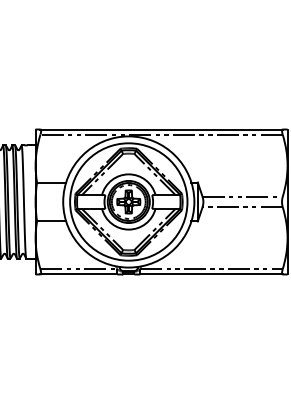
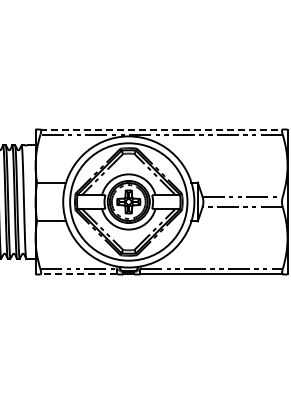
line at (162, 129): solid -> dashed
line at (78, 274): solid -> dashed
